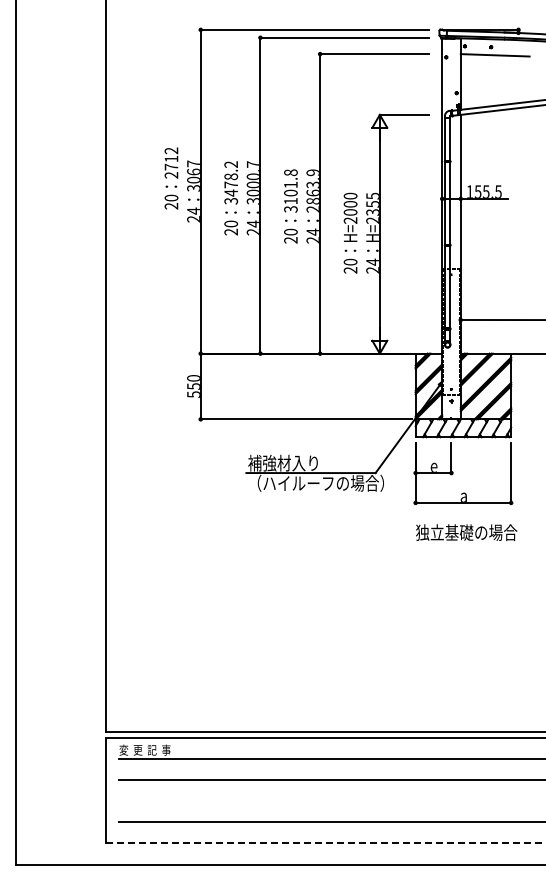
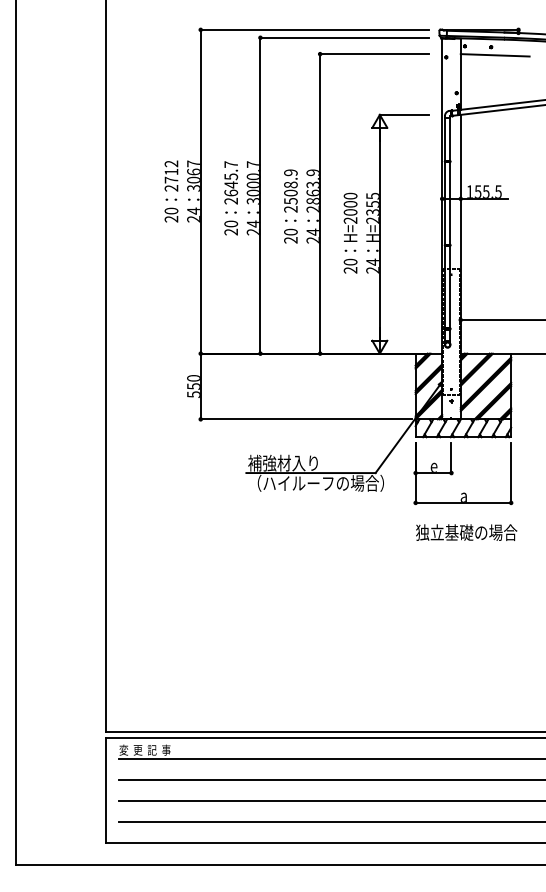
text at (171, 178) position: (171, 178) -> (171, 191)
text at (231, 182): 3478.2 -> 2645.7
text at (290, 190): 3101.8 -> 2508.9
line at (330, 801): none -> present
line at (325, 842): dashed -> solid
